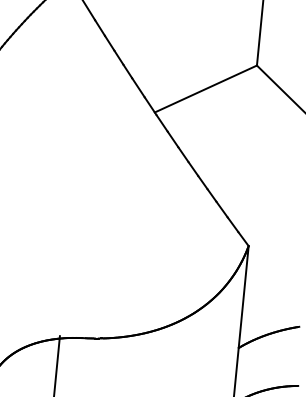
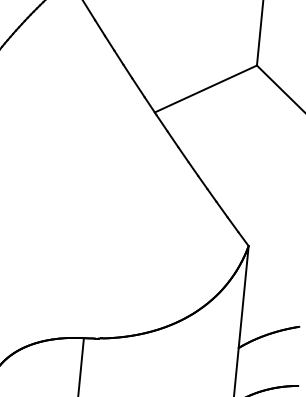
line at (56, 364) position: (56, 364) -> (80, 365)
